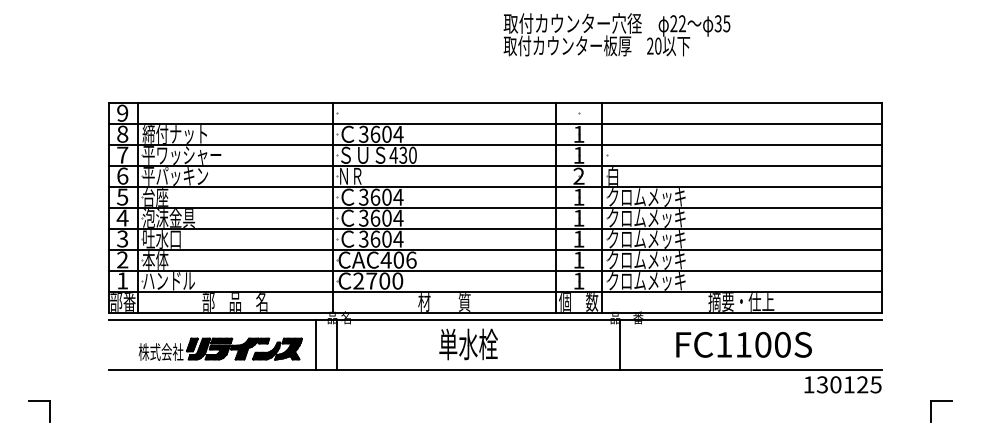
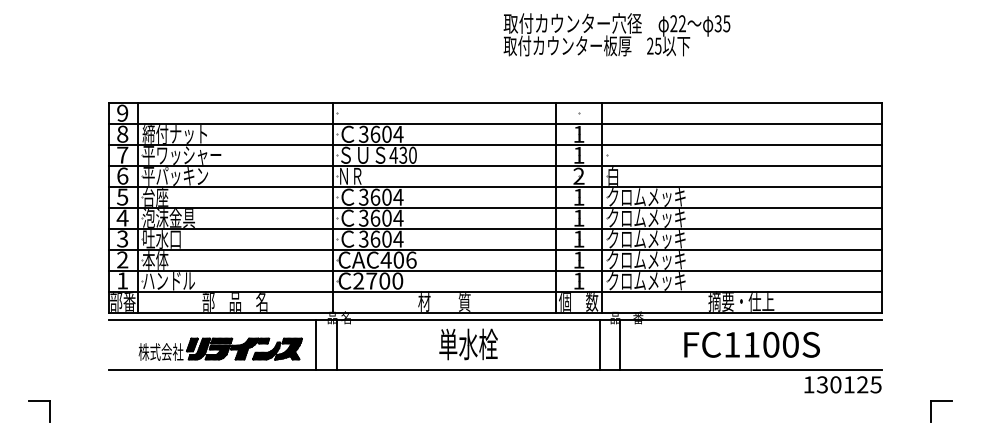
text at (657, 45): 20 -> 25
line at (599, 344): none -> present
part at (743, 344) position: (743, 344) -> (751, 344)
